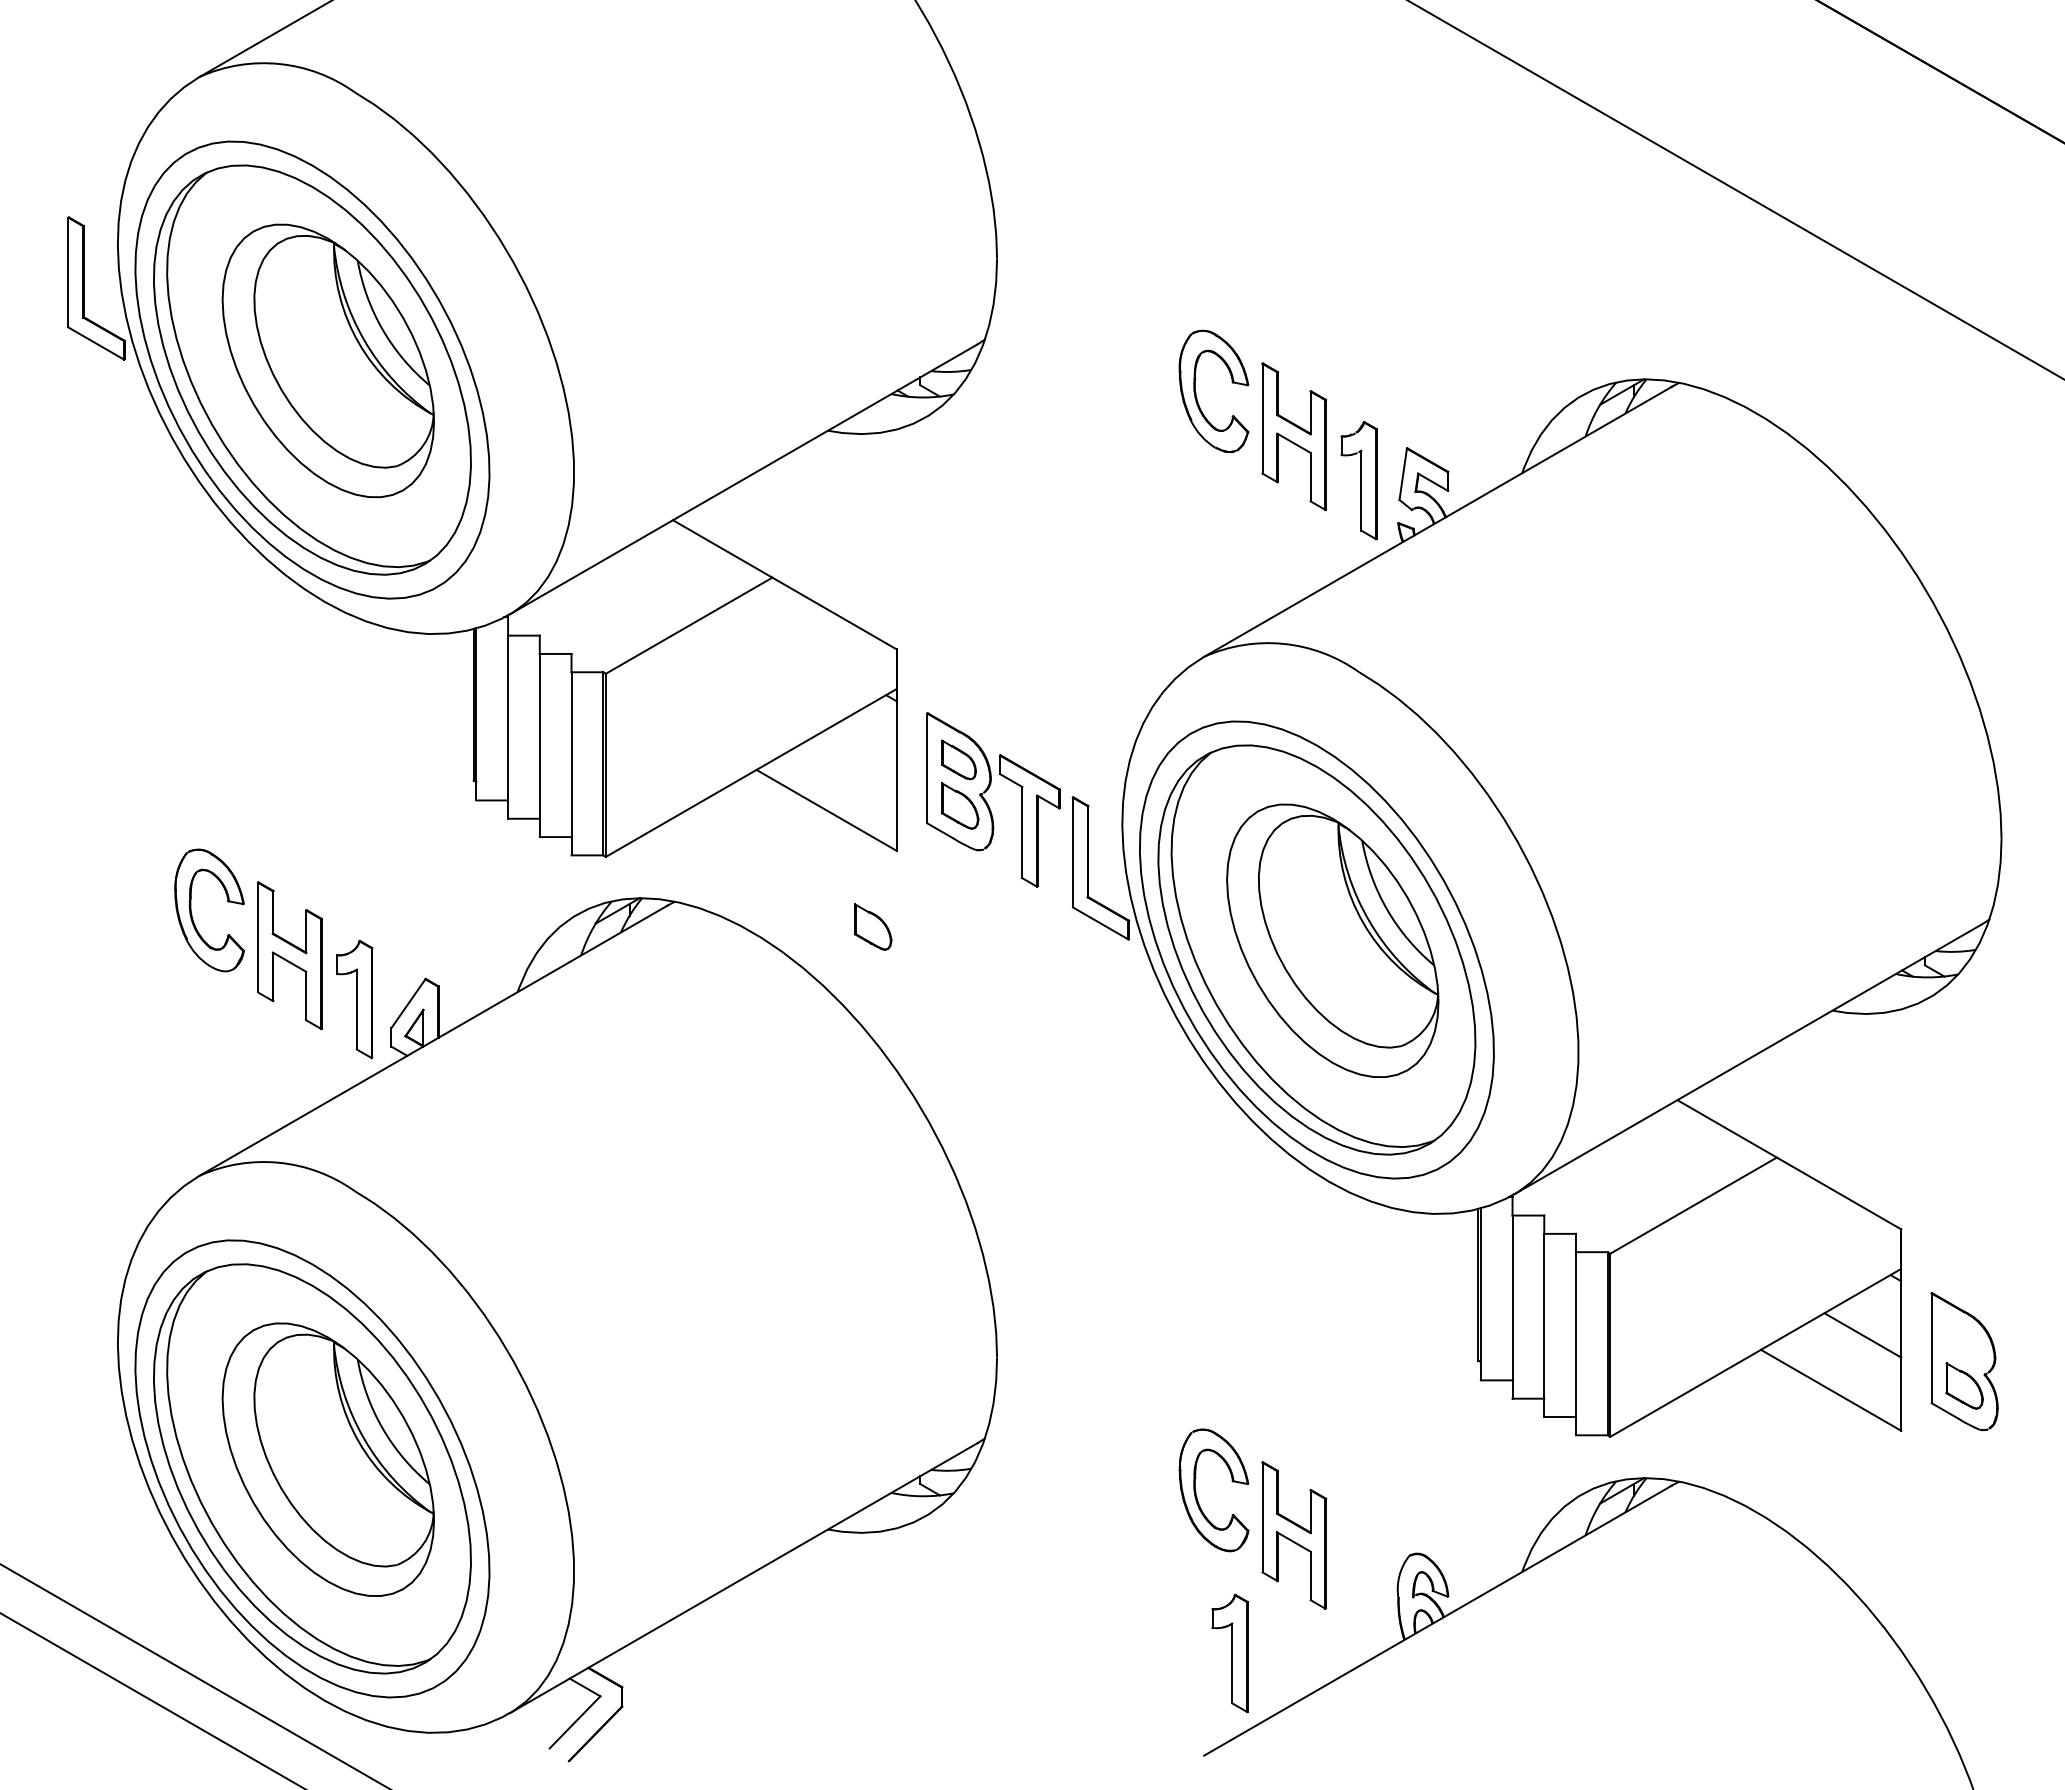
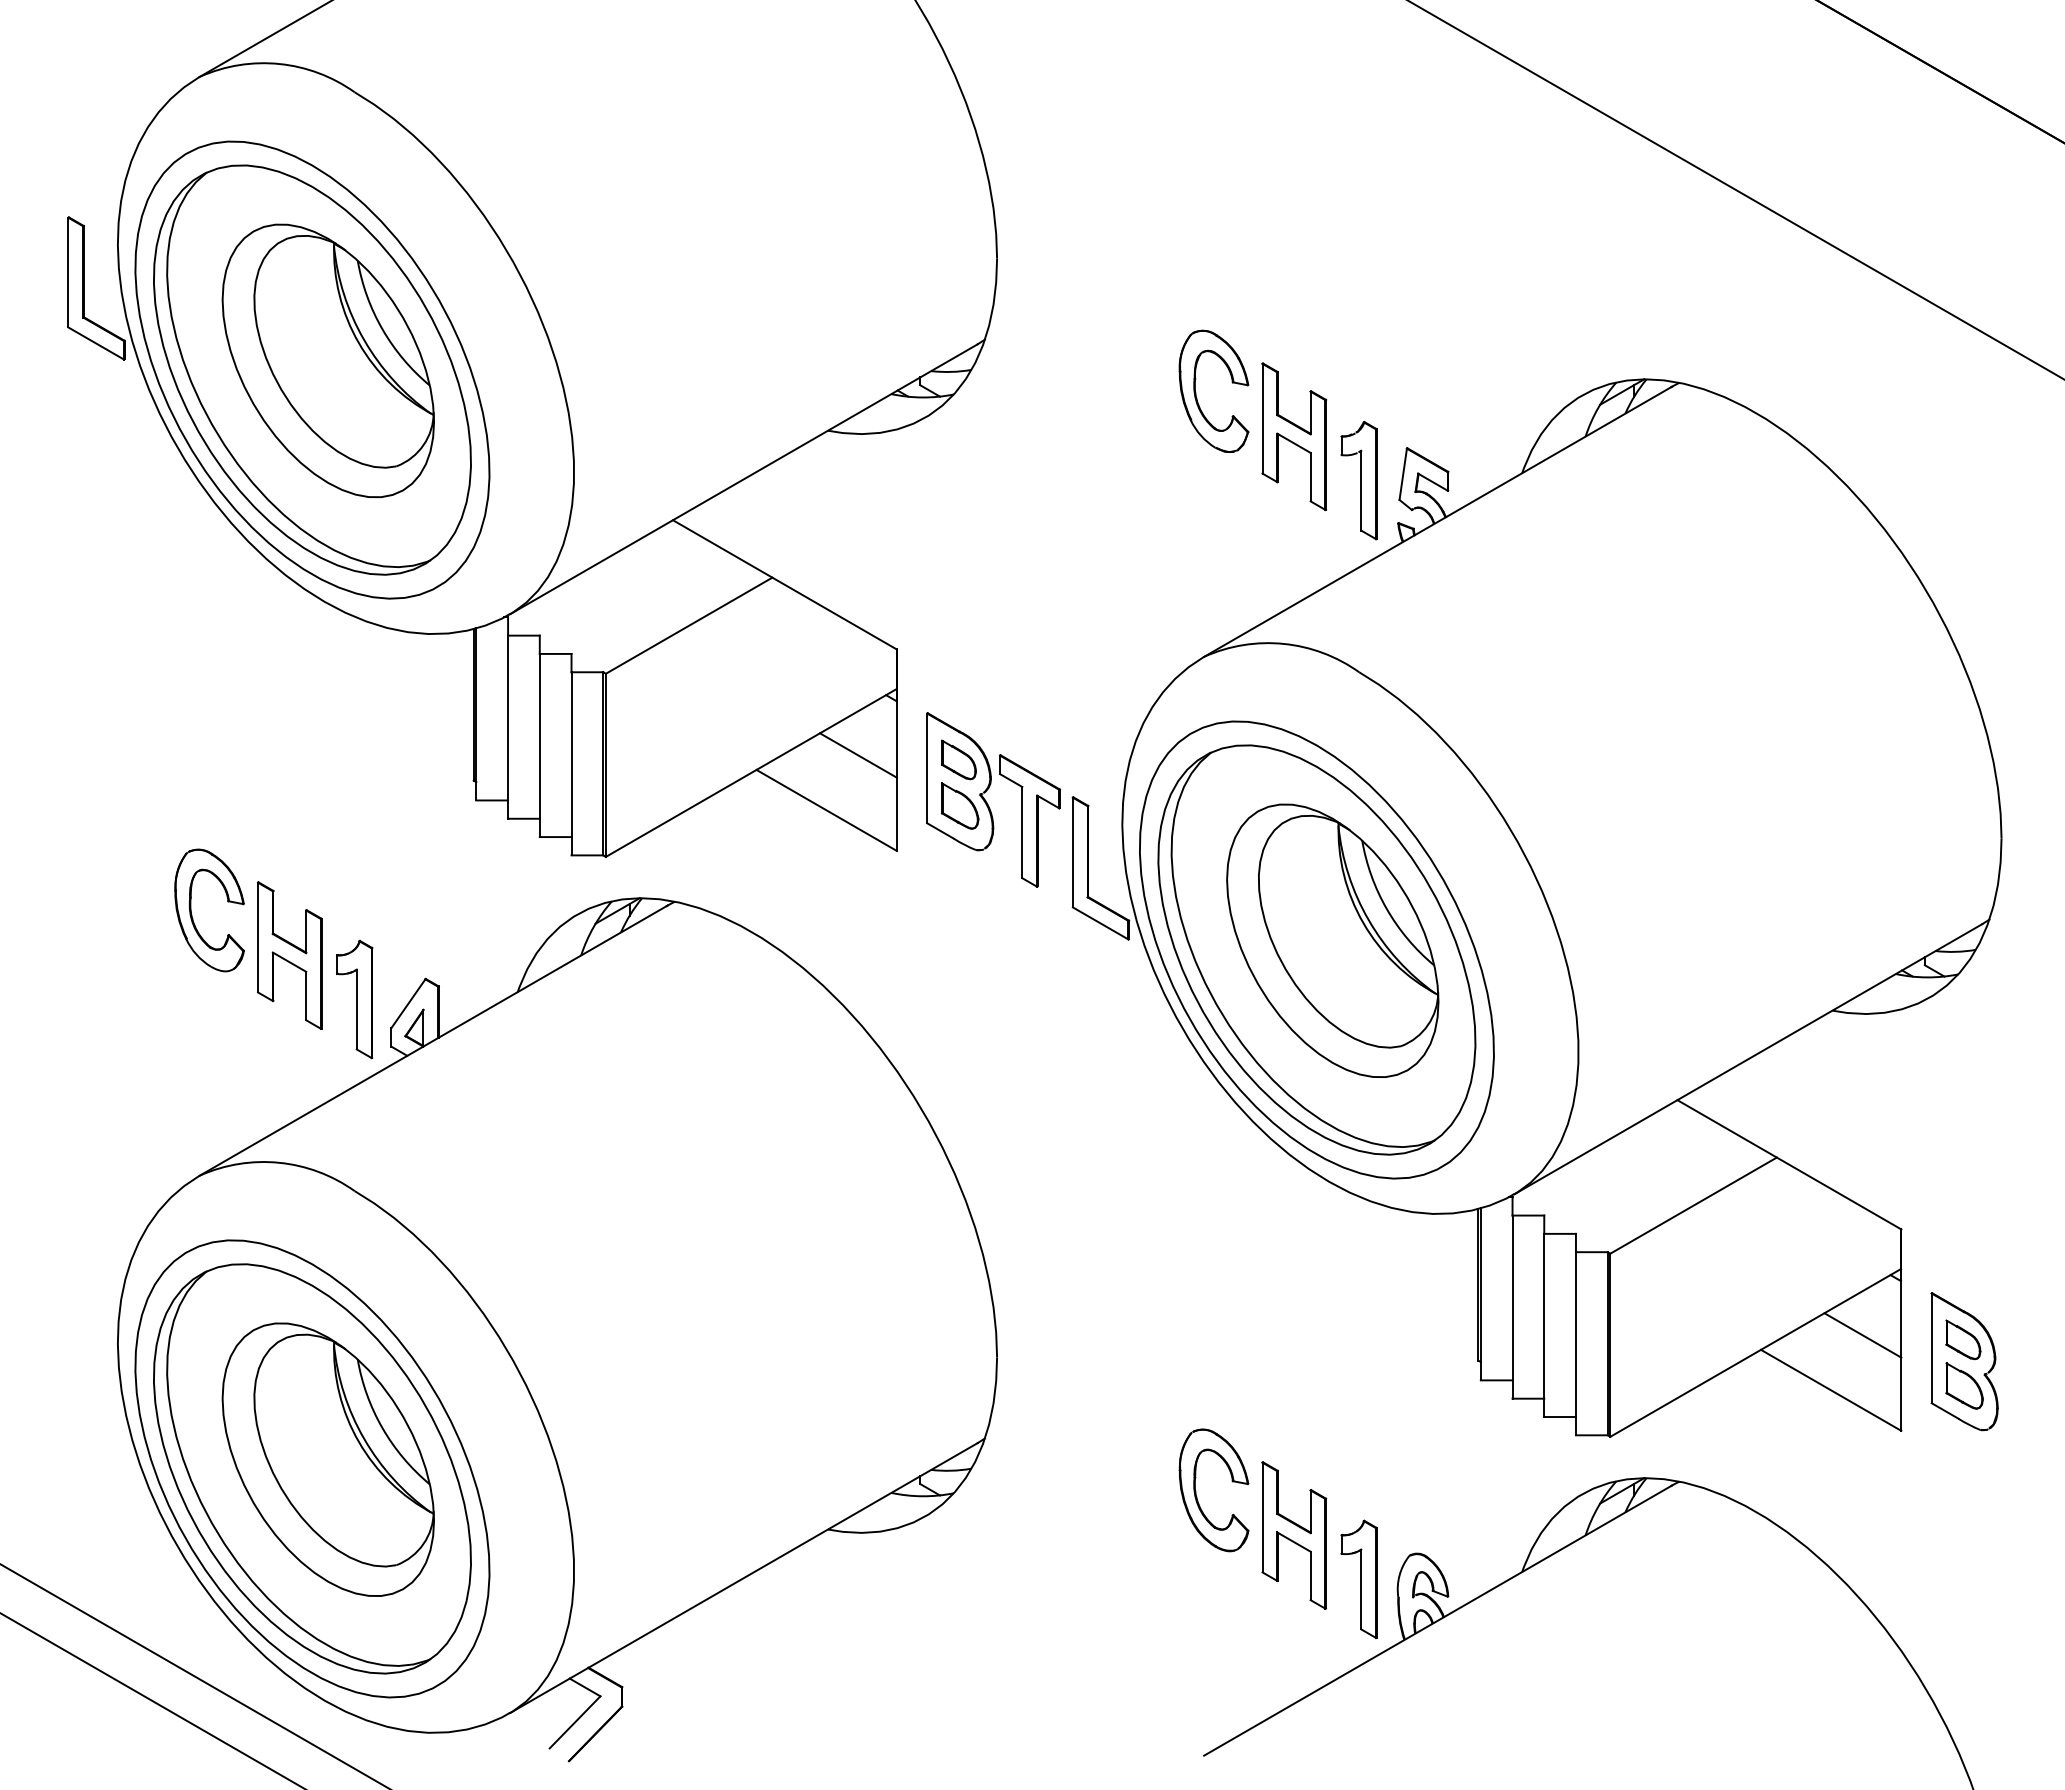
line at (857, 755): none -> present
part at (873, 926): present -> none
part at (1963, 1339): none -> present
part at (1229, 1652) position: (1229, 1652) -> (1358, 1578)
